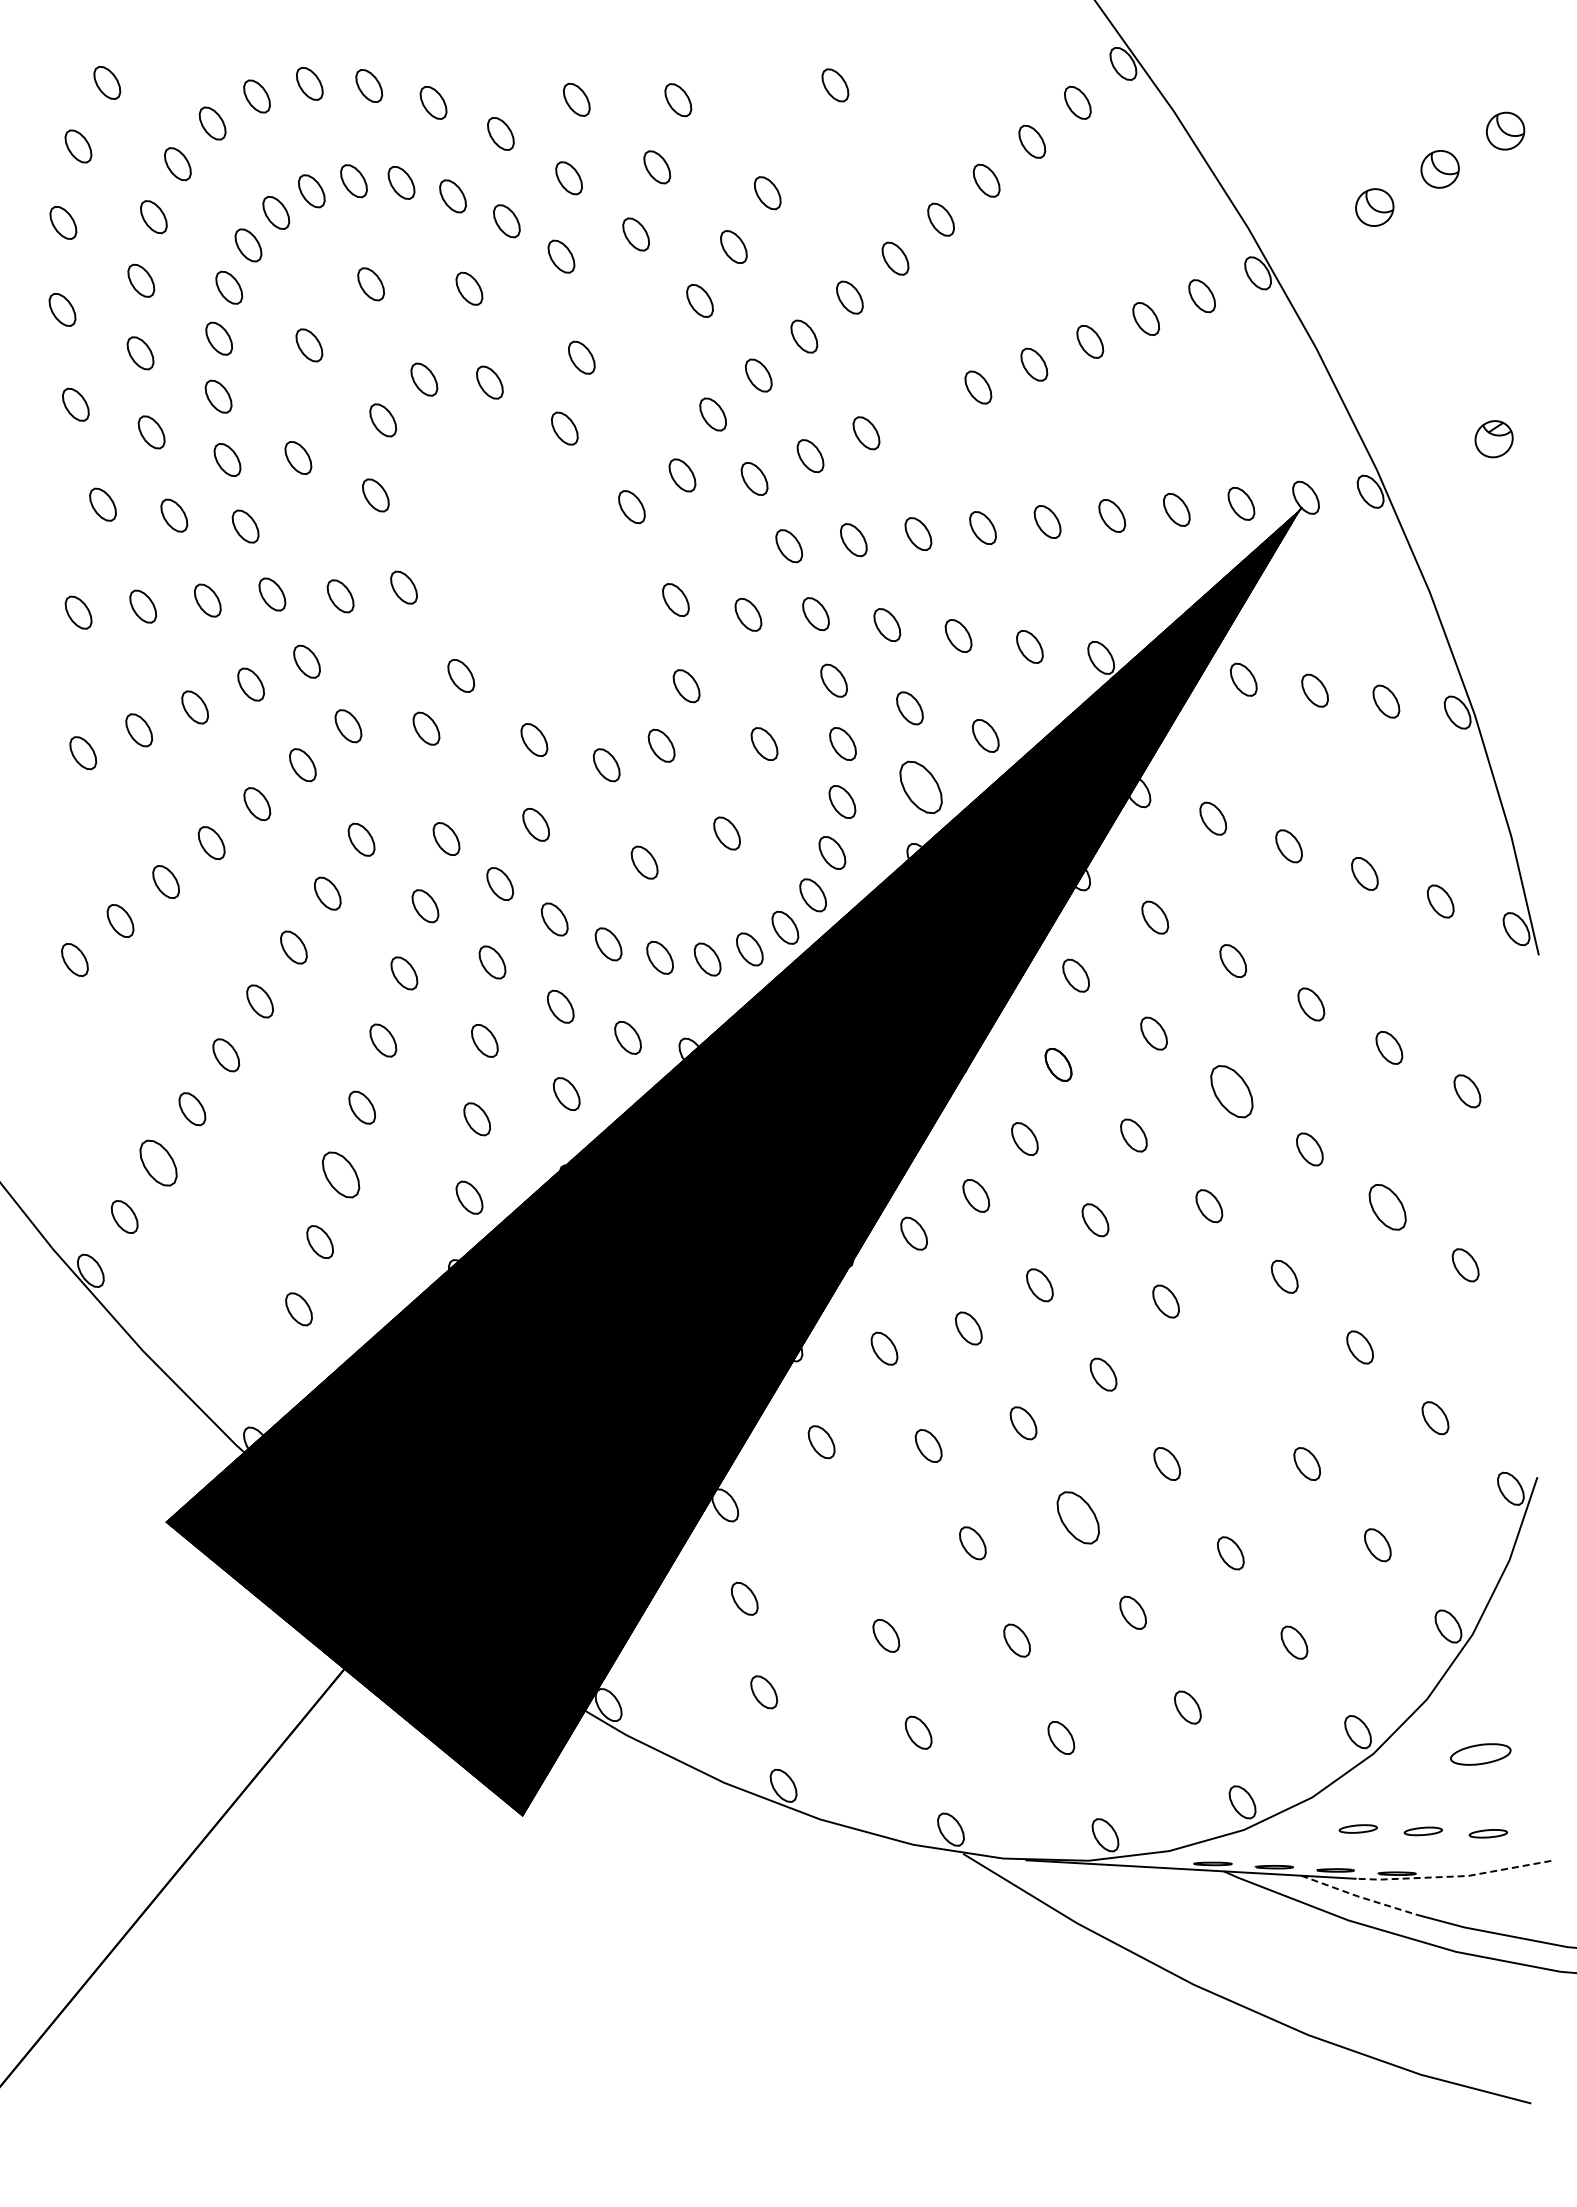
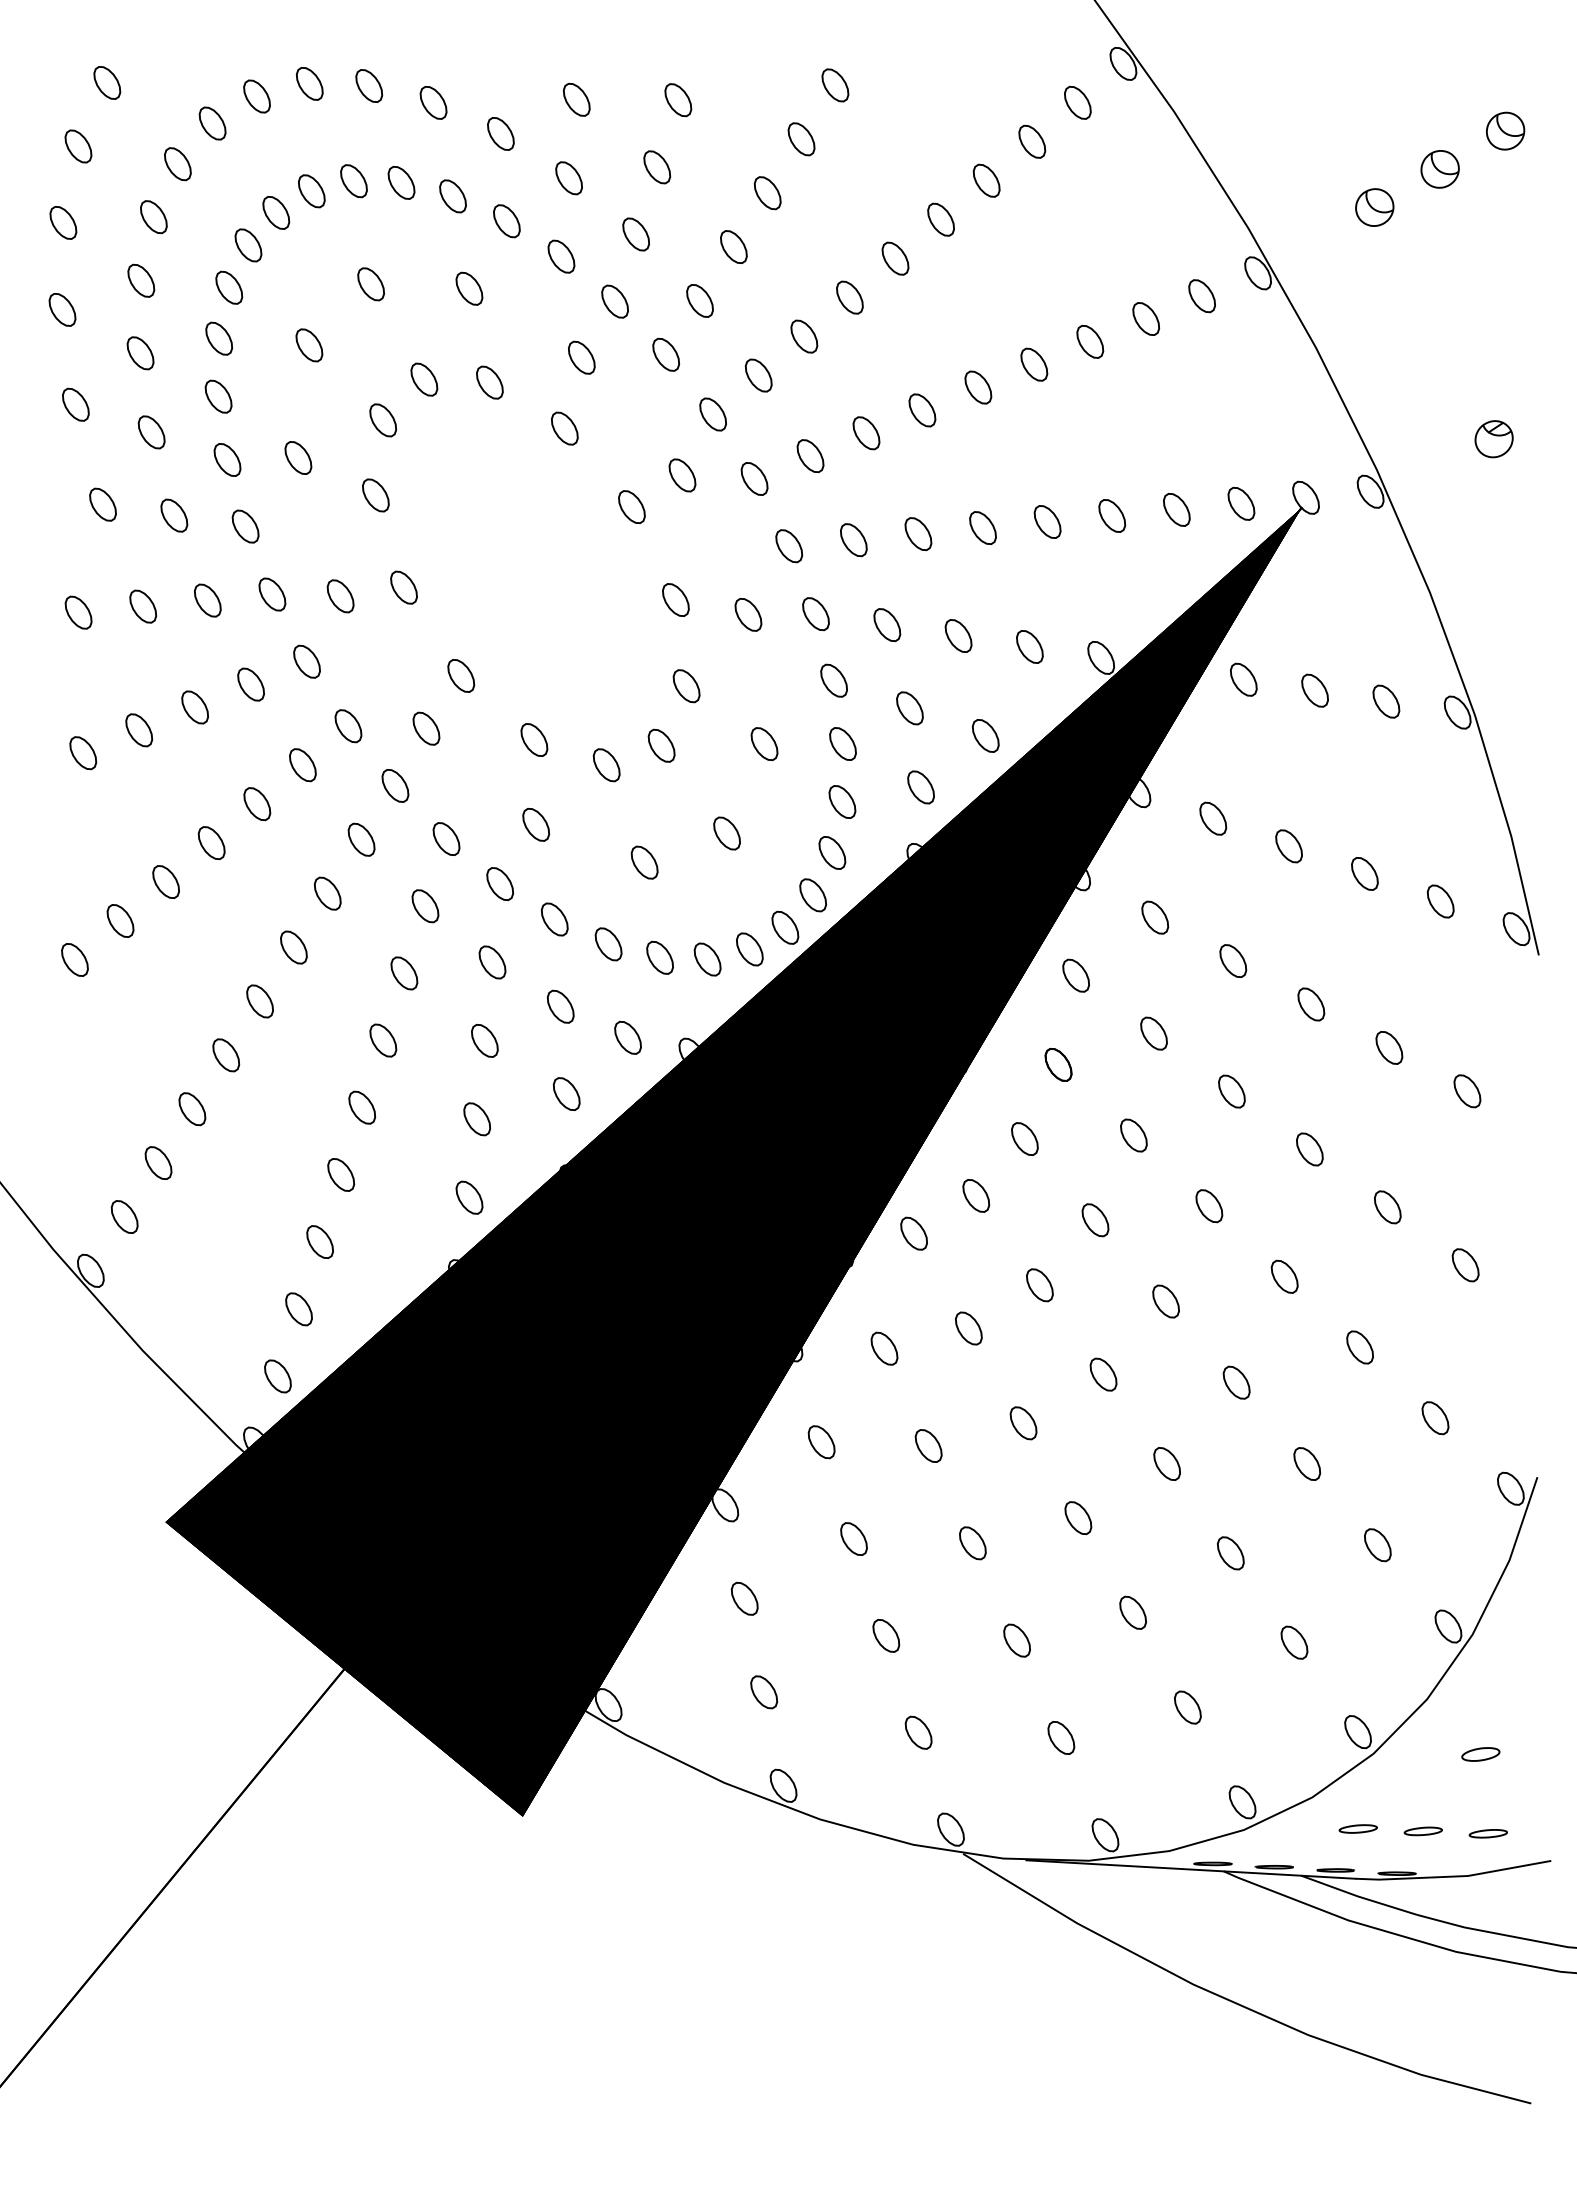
part at (801, 139): none -> present
part at (614, 301): none -> present
part at (666, 354): none -> present
part at (922, 410): none -> present
part at (395, 785): none -> present
part at (920, 786) size: 44x54 px -> 28x35 px
part at (1231, 1091) size: 44x54 px -> 28x35 px
part at (158, 1162) size: 39x48 px -> 29x34 px
part at (340, 1174) size: 40x48 px -> 29x34 px
part at (1387, 1207) size: 39x47 px -> 28x35 px
part at (277, 1376): none -> present
part at (1236, 1382): none -> present
part at (1077, 1517) size: 44x54 px -> 29x35 px
part at (853, 1538): none -> present
part at (1480, 1754) size: 62x23 px -> 40x15 px
line at (1454, 1876): dashed -> solid
line at (1358, 1896): dashed -> solid
